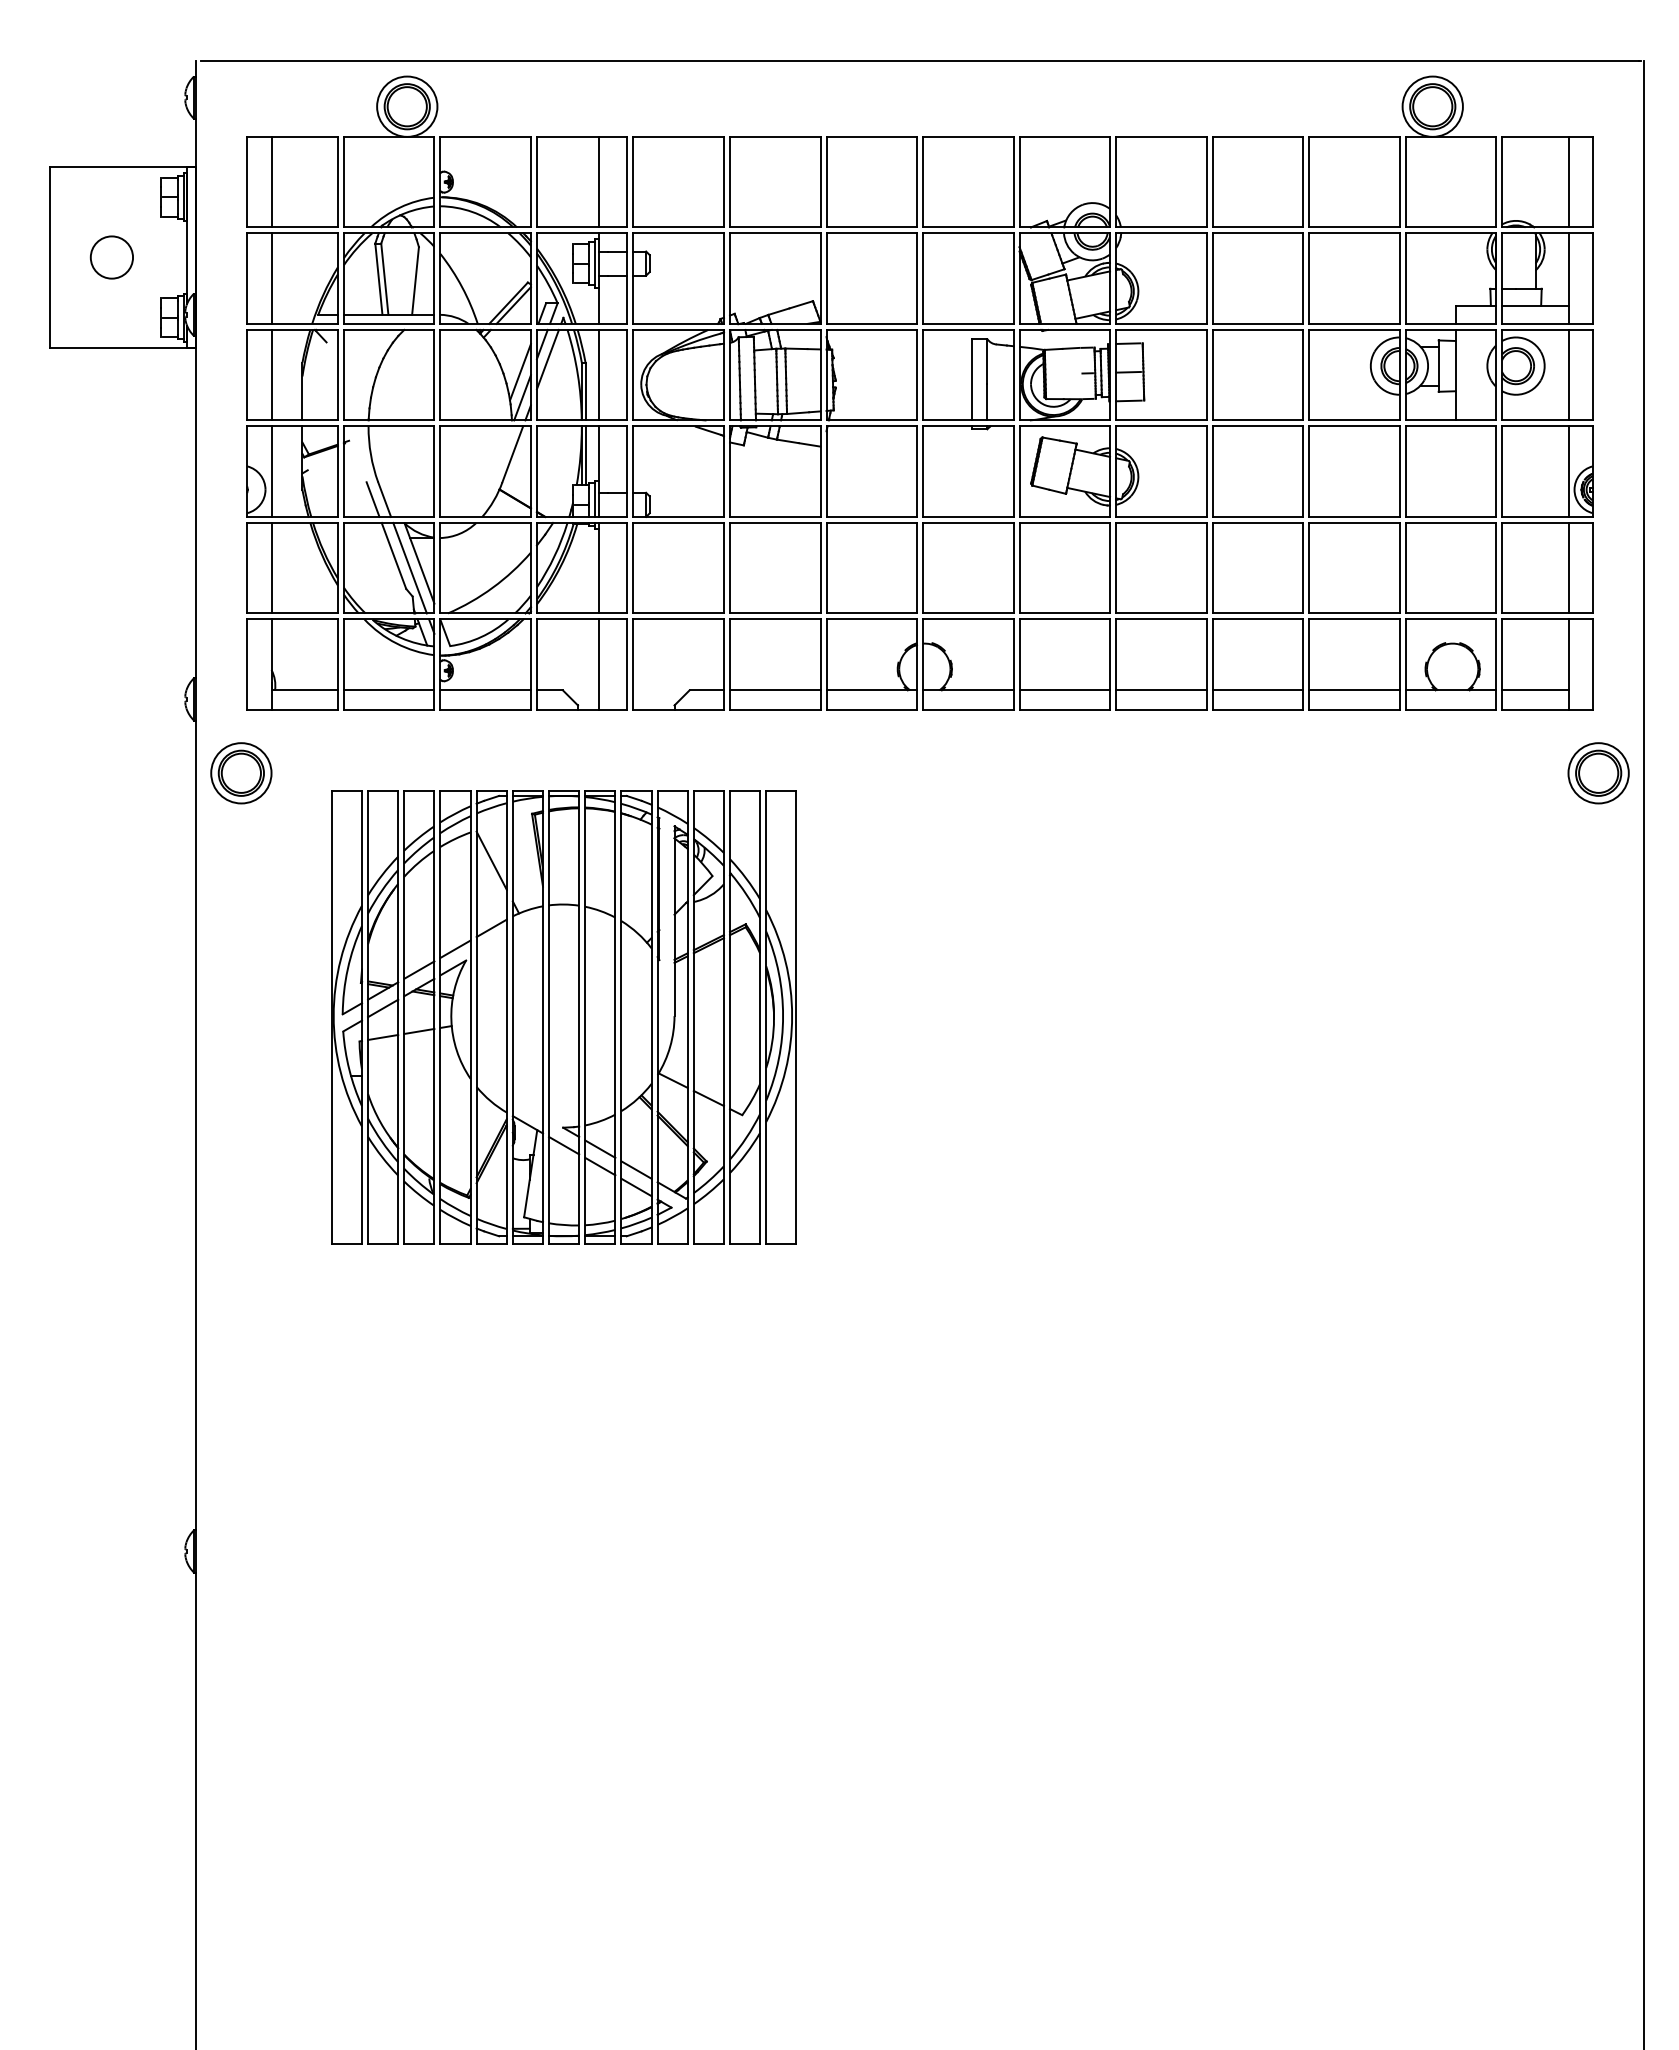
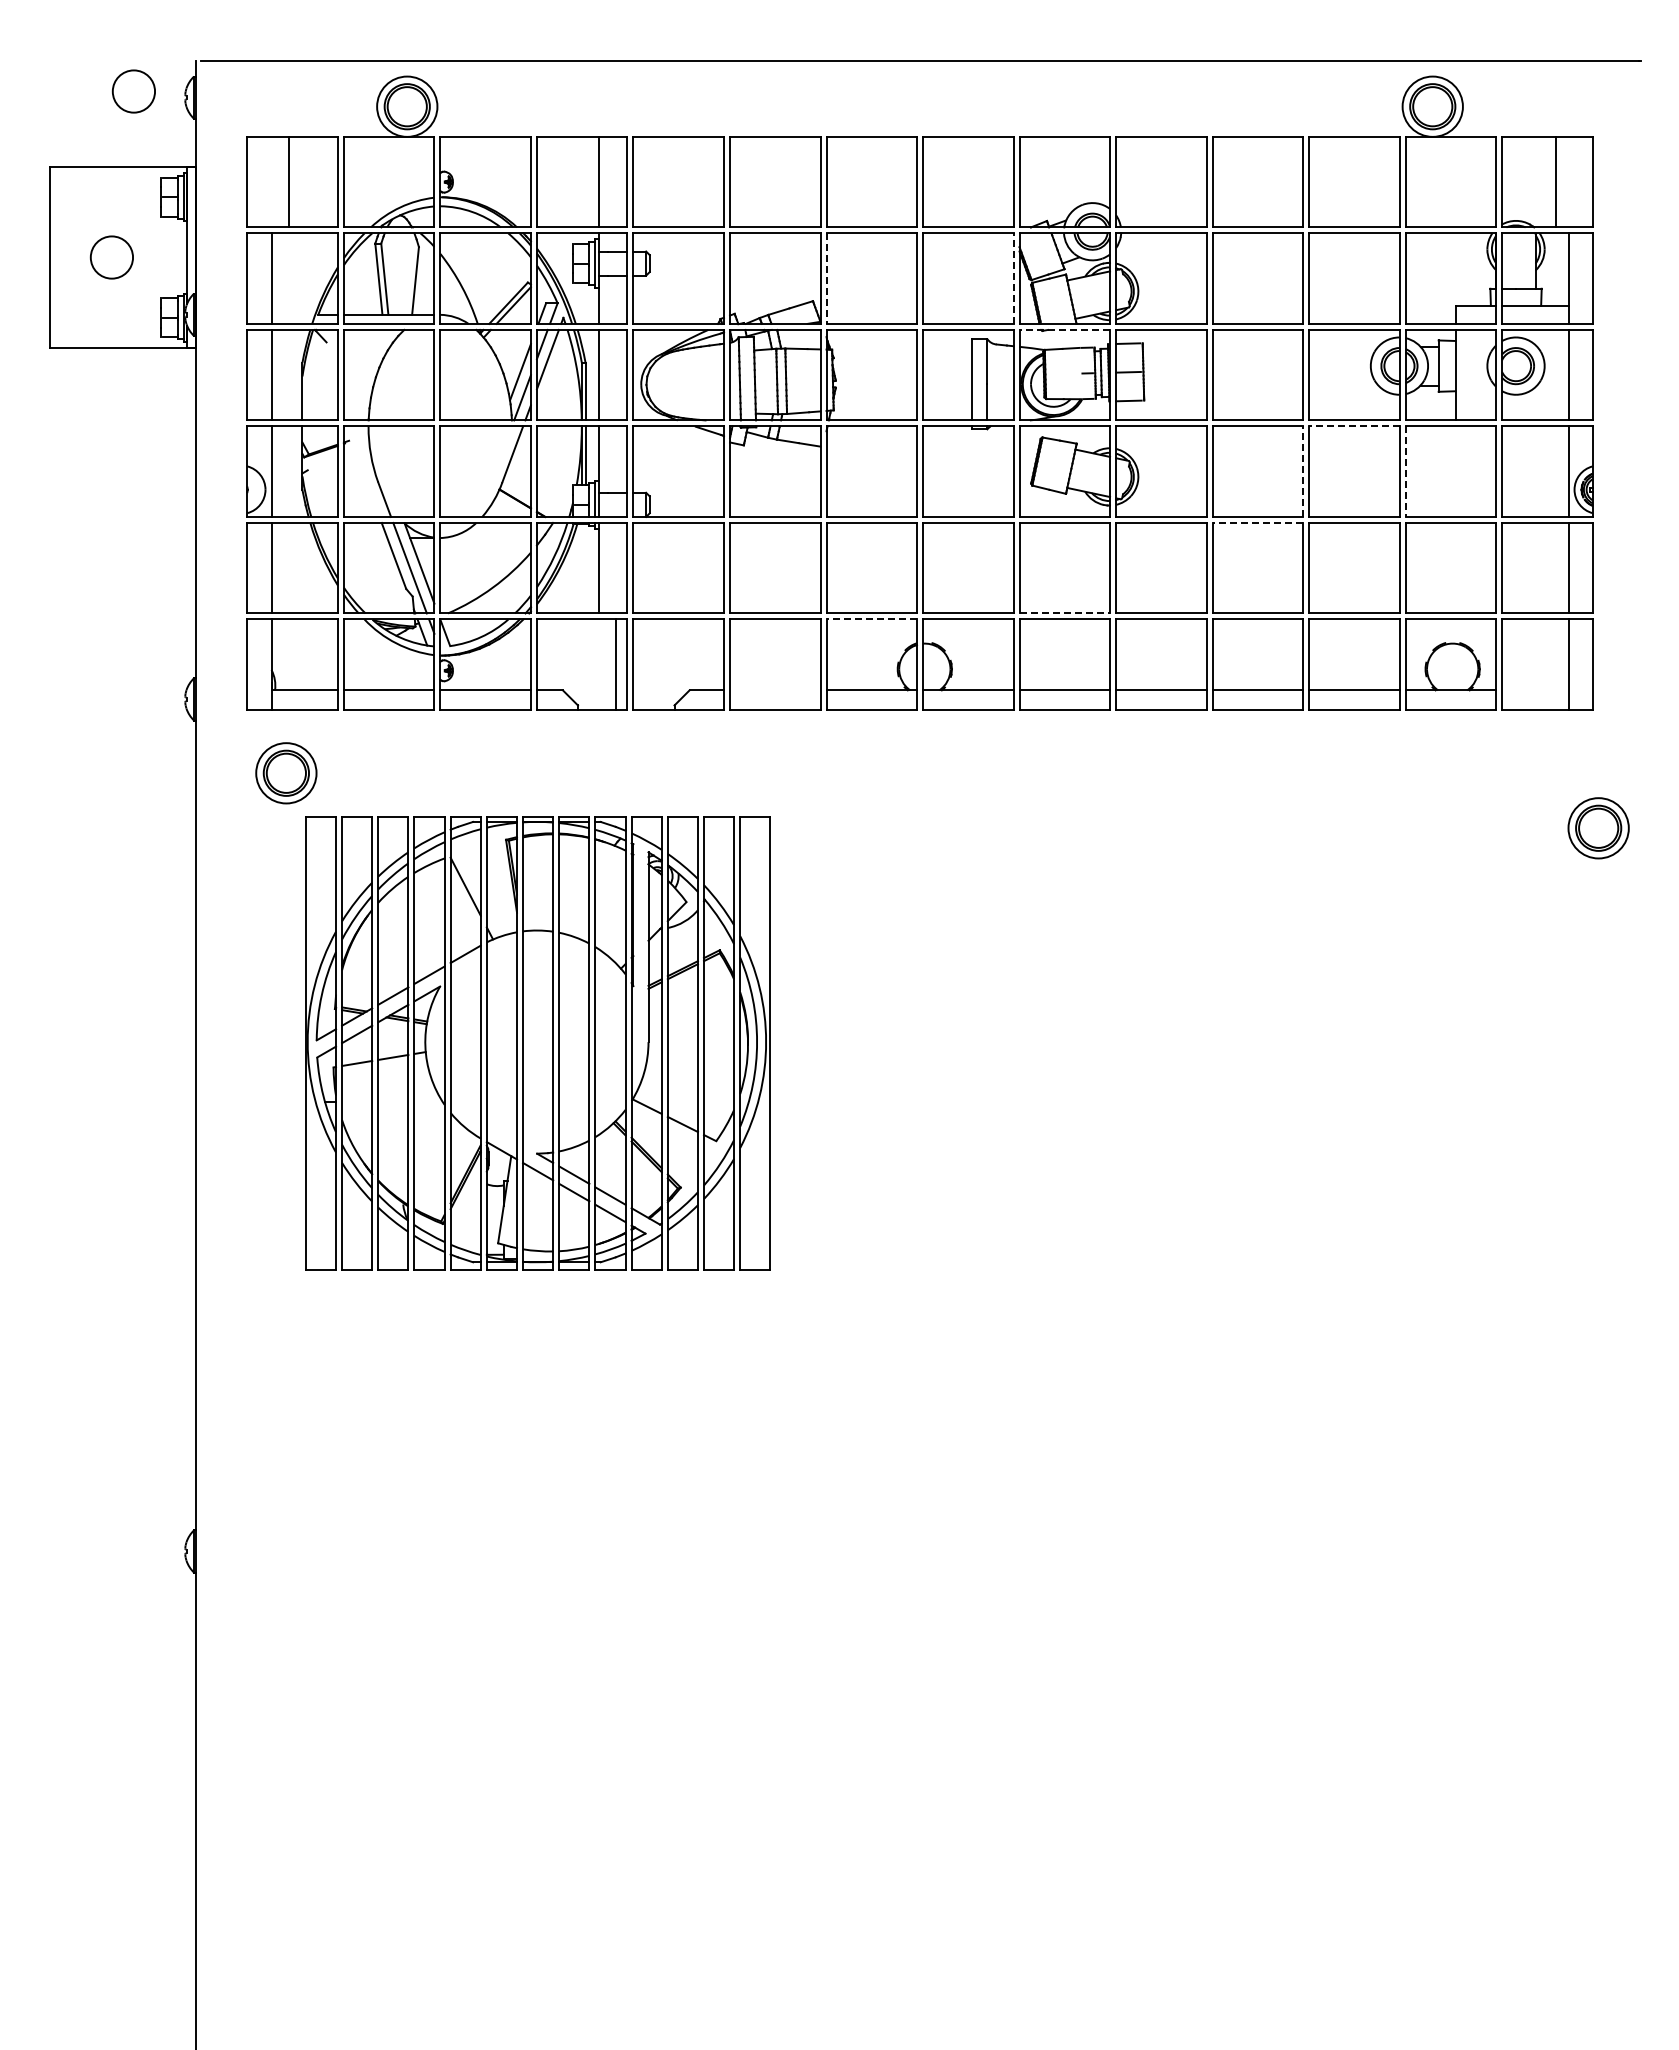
circle at (133, 91): none -> present
line at (271, 181) position: (271, 181) -> (288, 181)
line at (1568, 181) position: (1568, 181) -> (1555, 181)
line at (1013, 278): solid -> dashed
line at (826, 279): solid -> dashed
line at (1064, 329): solid -> dashed
line at (1353, 426): solid -> dashed
line at (1303, 471): solid -> dashed
line at (1405, 472): solid -> dashed
line at (372, 499): present -> none
line at (1257, 522): solid -> dashed
line at (1065, 613): solid -> dashed
line at (871, 619): solid -> dashed
line at (599, 664) position: (599, 664) -> (616, 664)
line at (775, 690): present -> none
line at (1535, 690): present -> none
part at (241, 773) position: (241, 773) -> (286, 773)
part at (1598, 773) position: (1598, 773) -> (1598, 828)
part at (563, 1017) position: (563, 1017) -> (537, 1043)
line at (1643, 1053): present -> none
